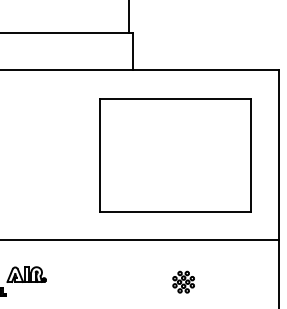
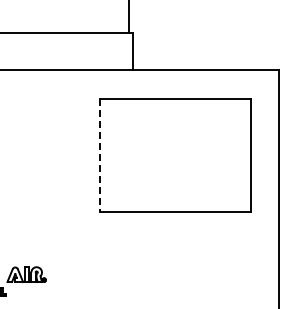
line at (100, 155): solid -> dashed
line at (140, 239): present -> none
part at (183, 281): present -> none
